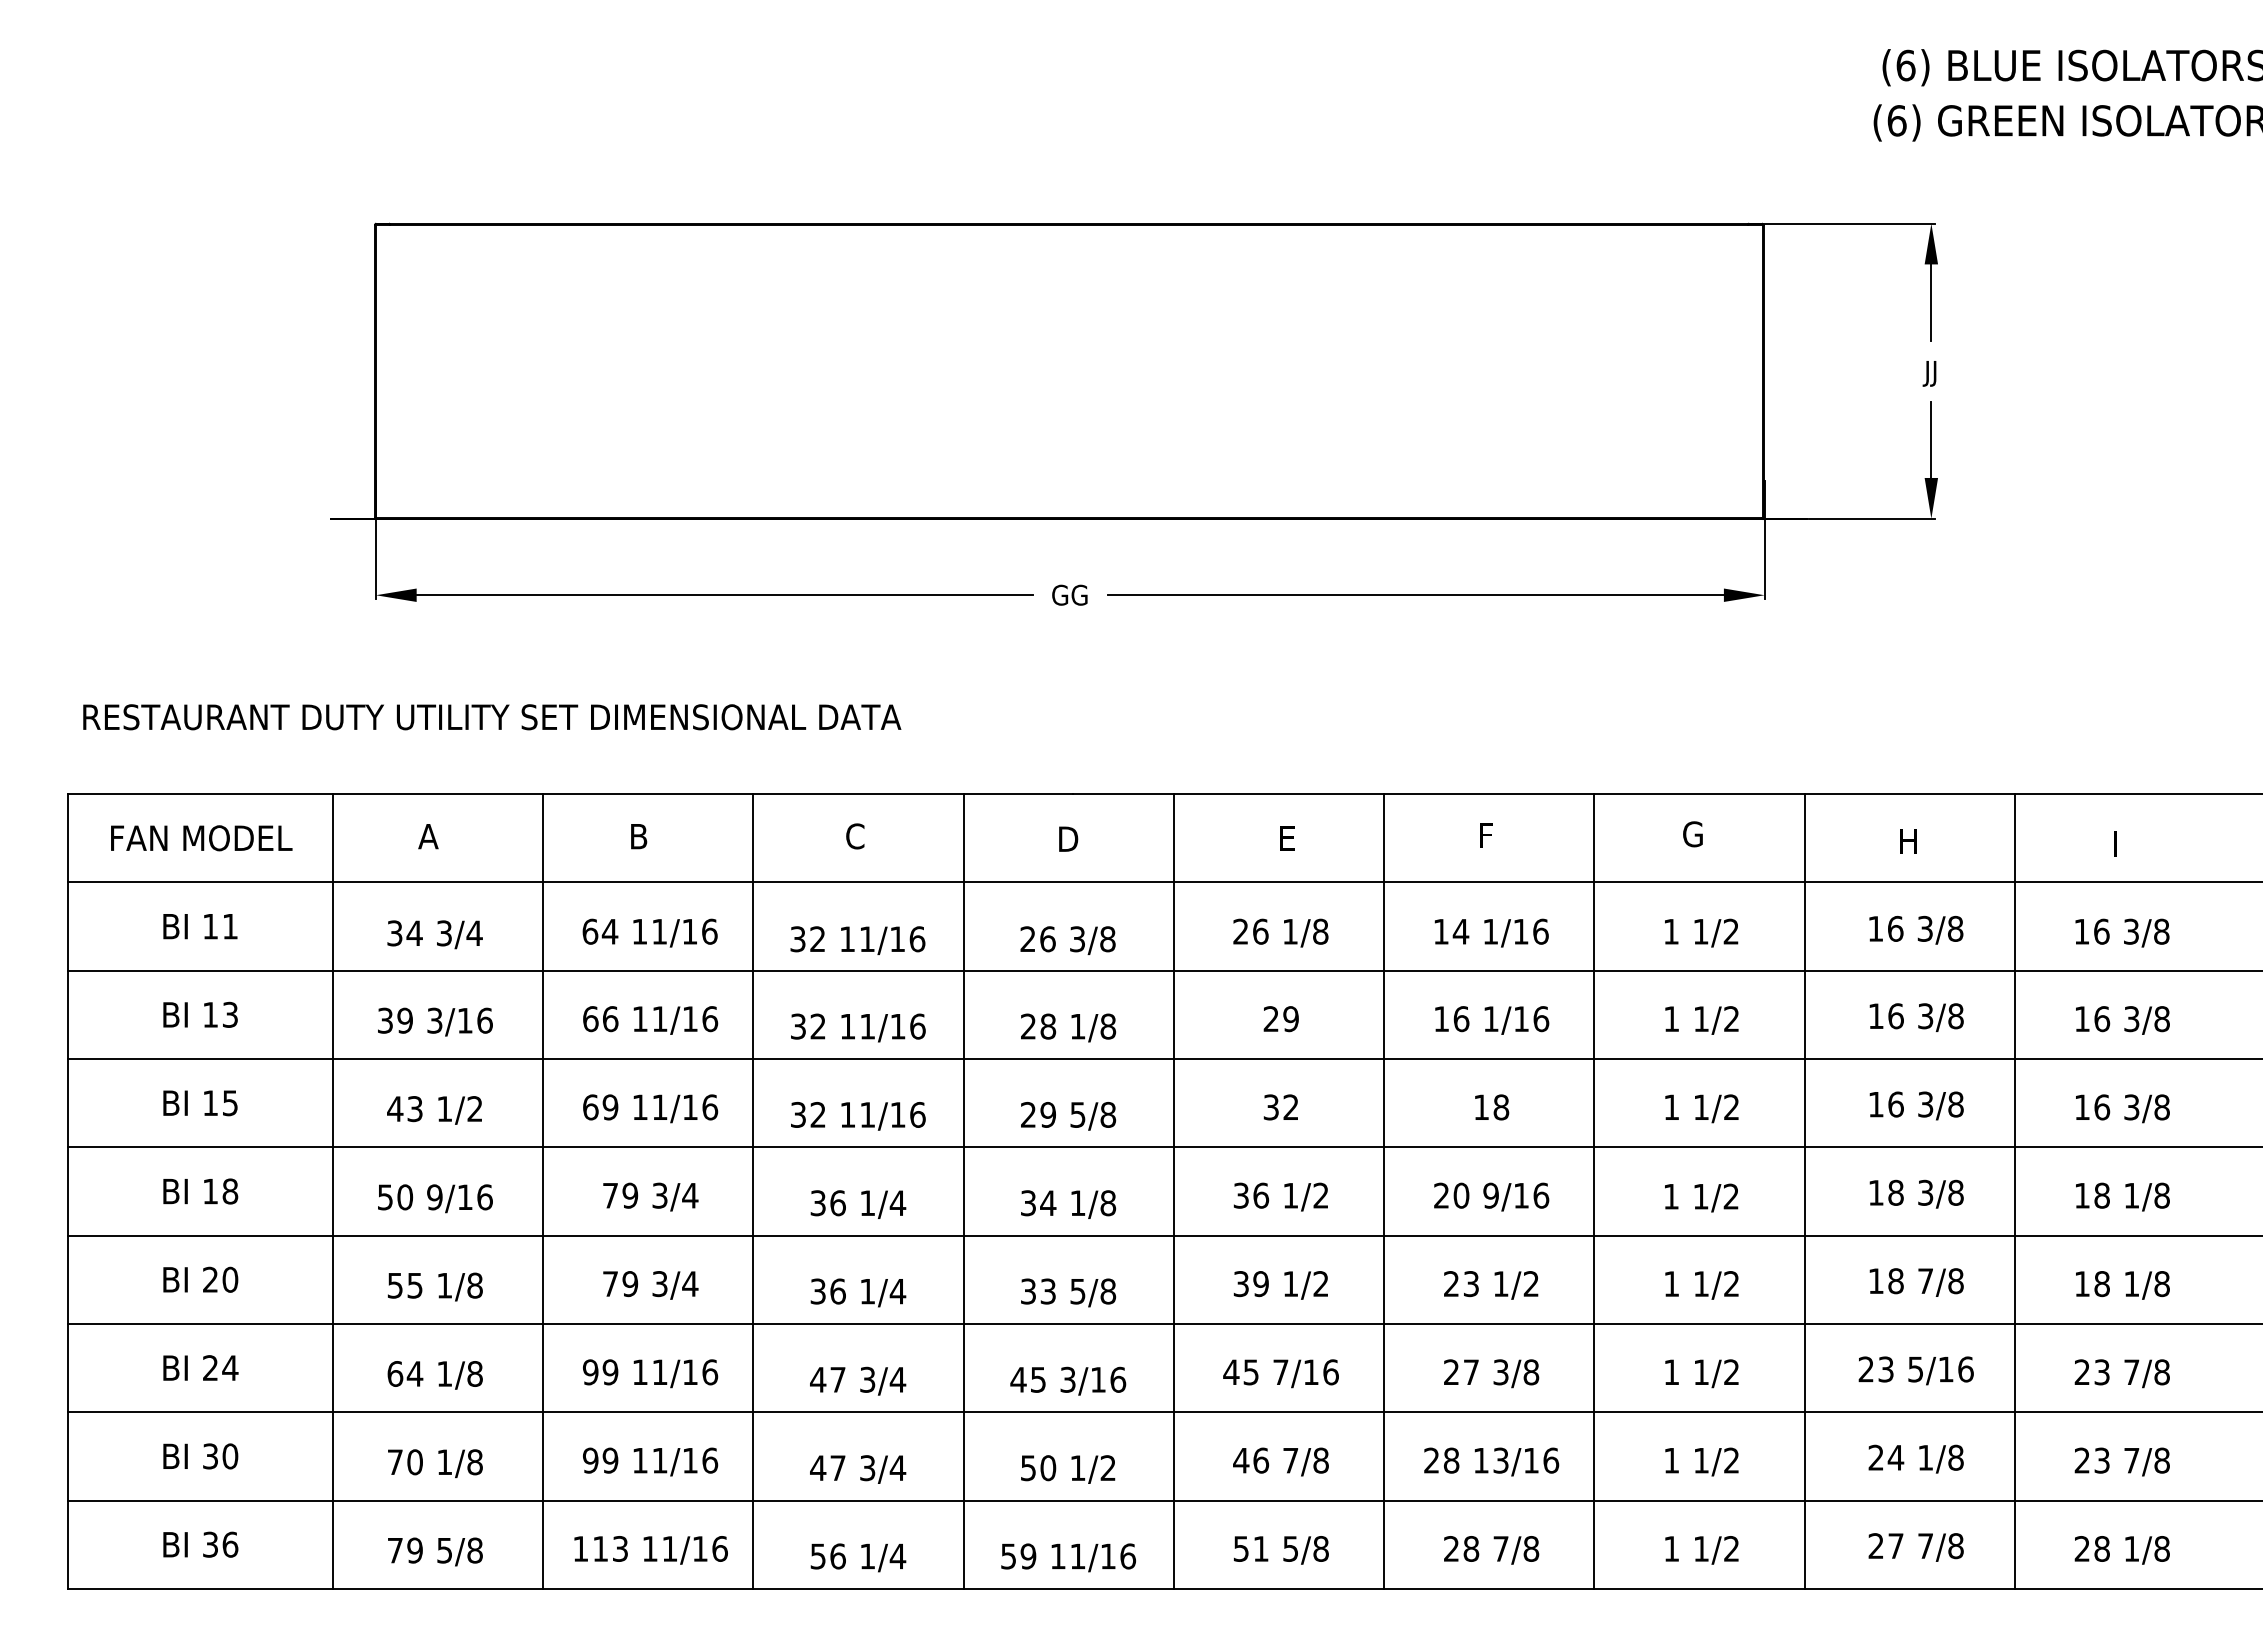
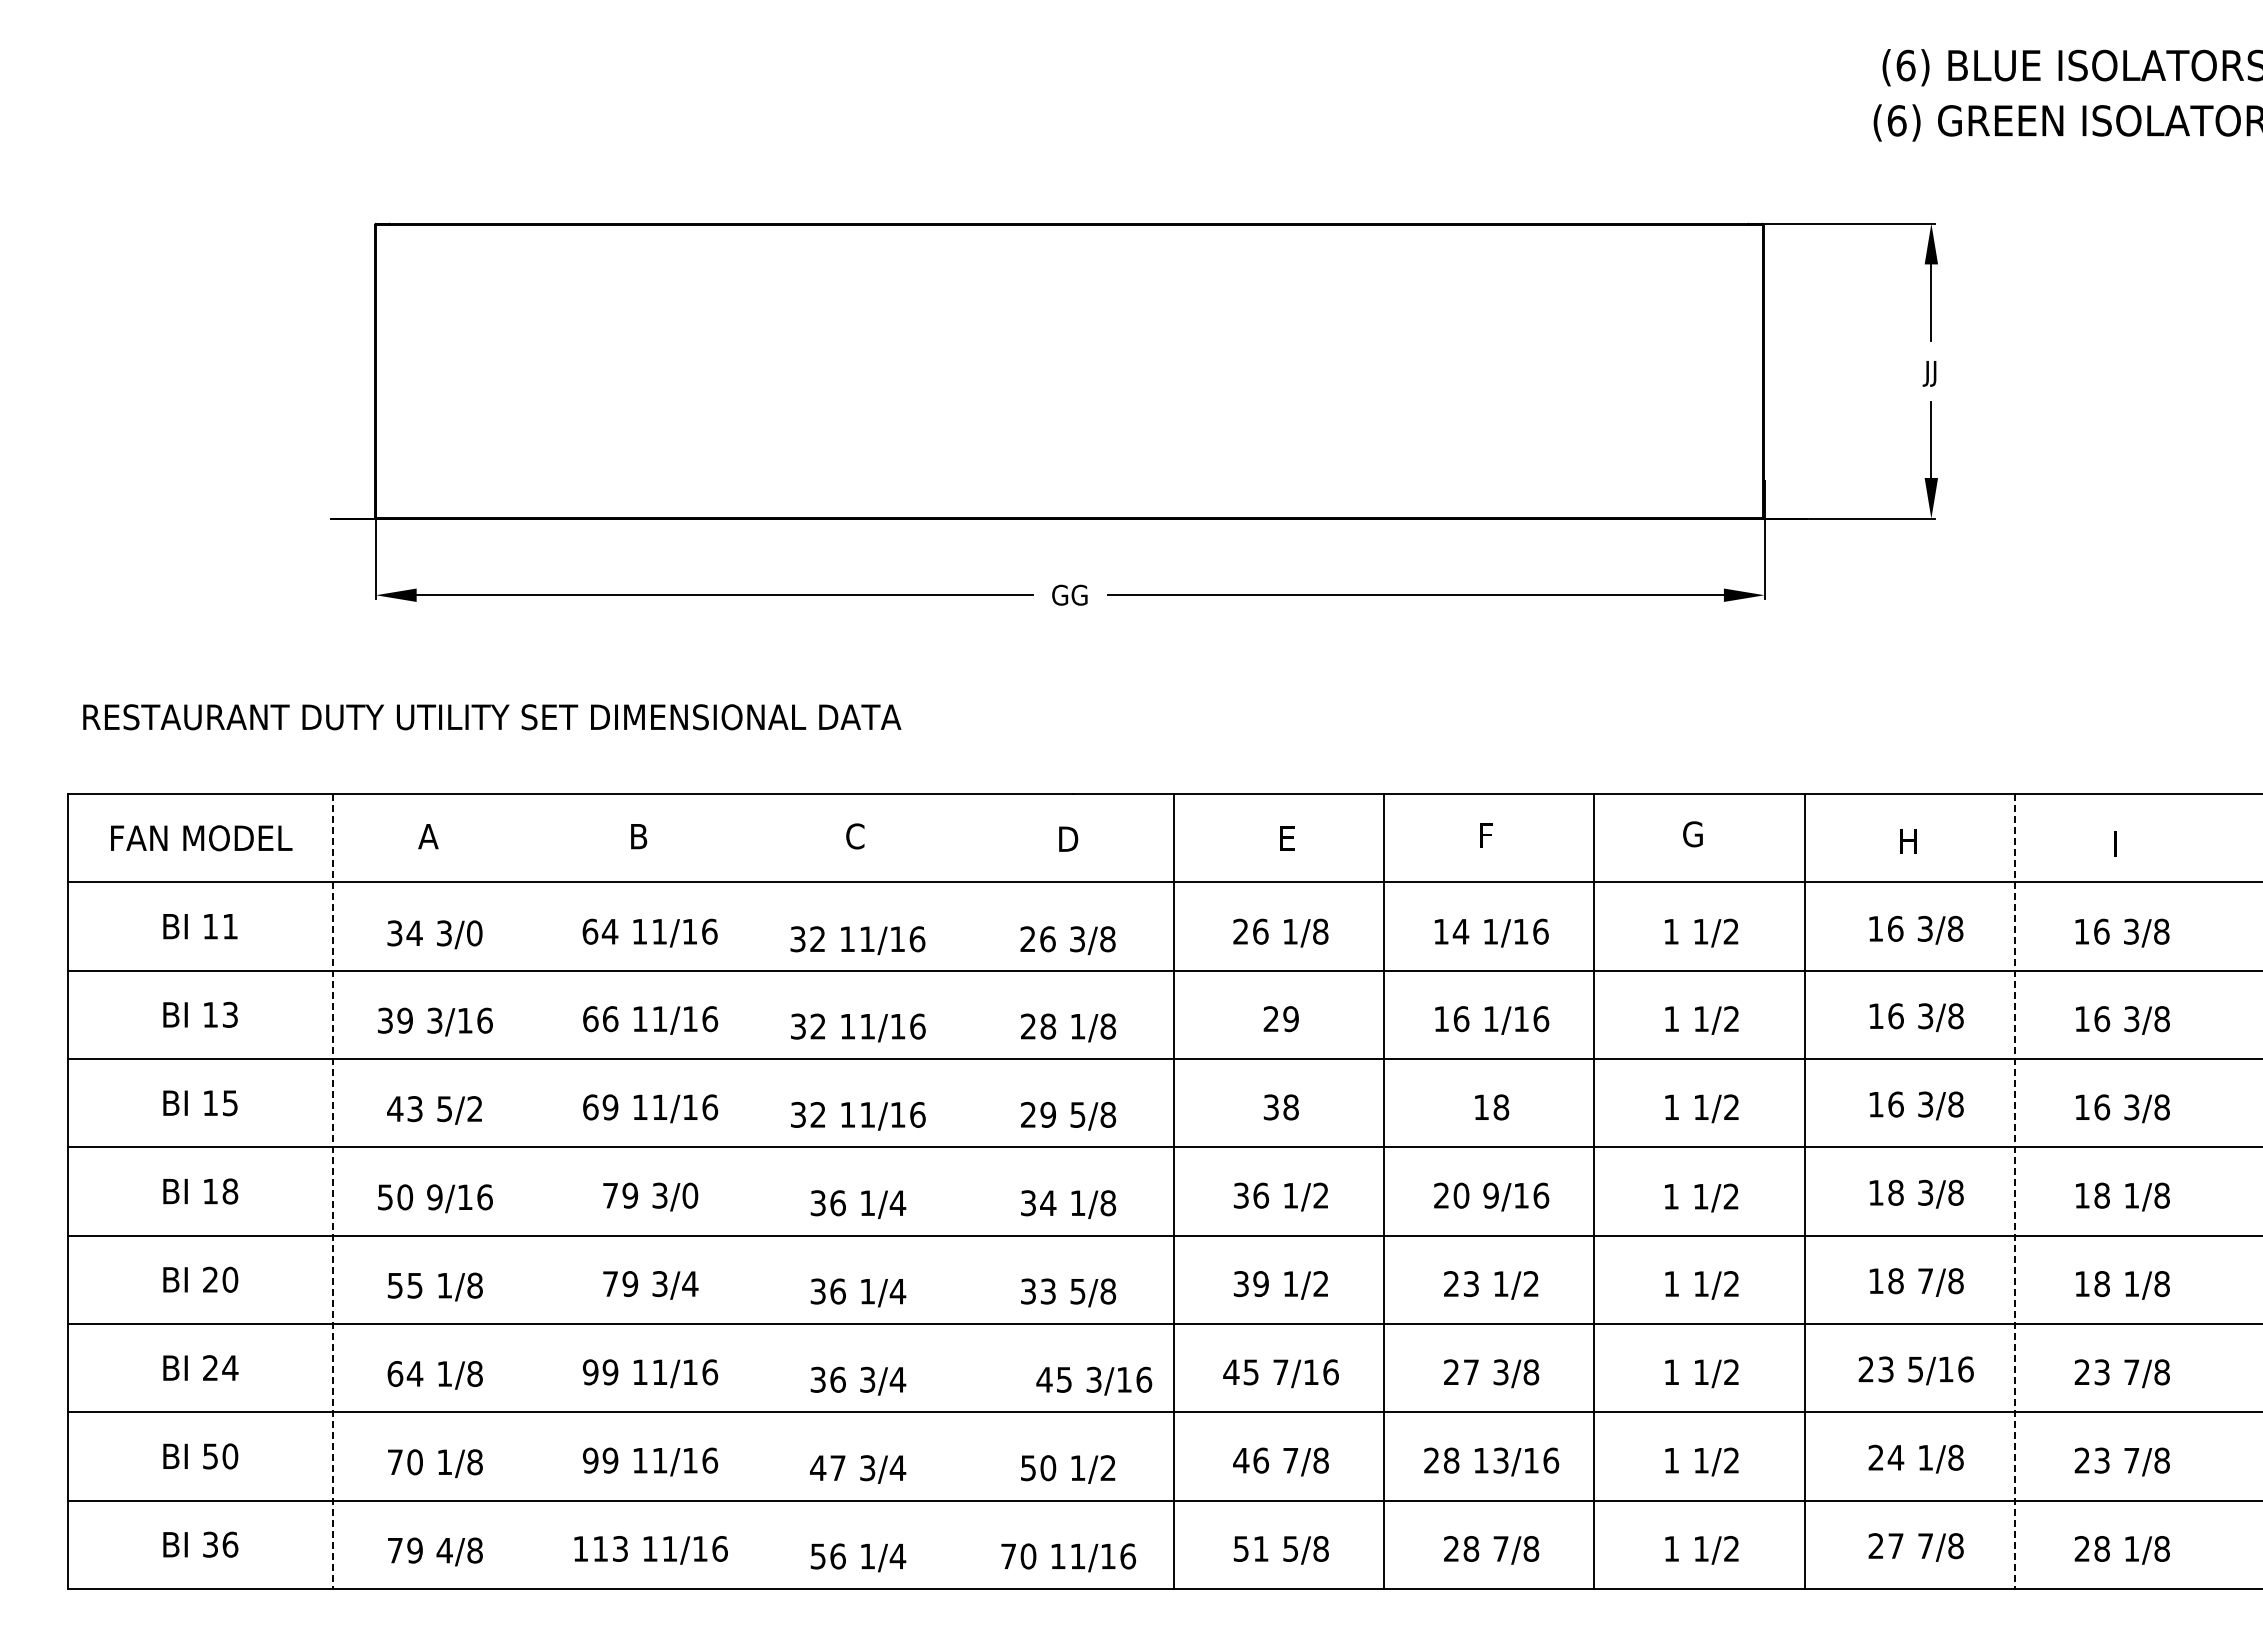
text at (474, 933): 3/4 -> 3/0
text at (1290, 1107): 32 -> 38
text at (444, 1109): 1/2 -> 5/2
line at (543, 1191): present -> none
line at (753, 1191): present -> none
line at (963, 1191): present -> none
line at (332, 1192): solid -> dashed
line at (2014, 1192): solid -> dashed
text at (690, 1195): 3/4 -> 3/0
text at (827, 1379): 47 -> 36
text at (1068, 1380) position: (1068, 1380) -> (1094, 1380)
text at (210, 1455): 30 -> 50
text at (444, 1550): 5/8 -> 4/8
text at (1018, 1556): 59 -> 70
